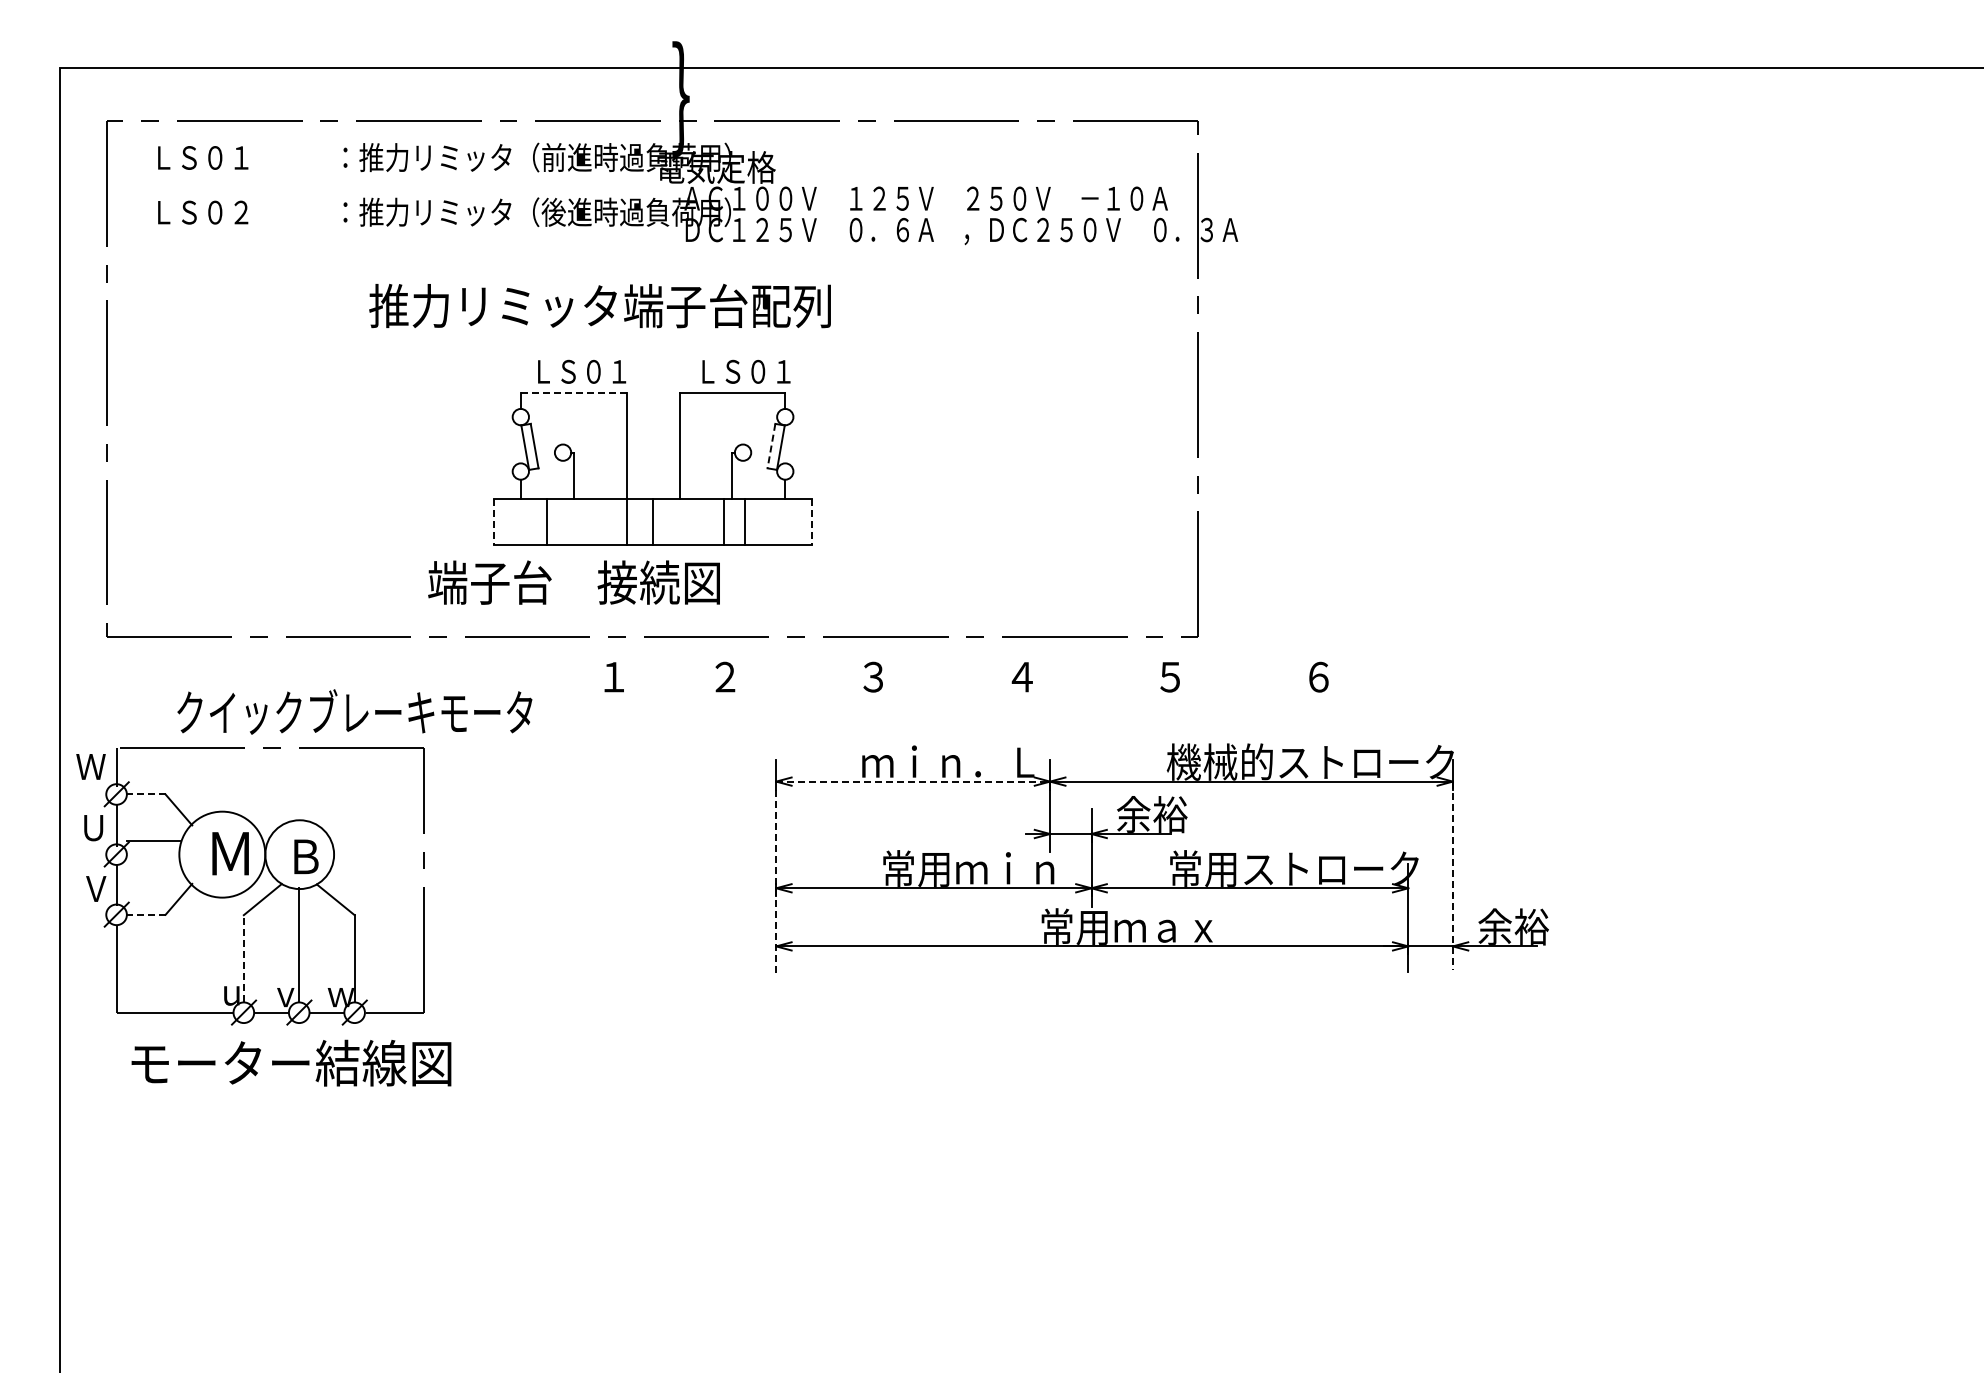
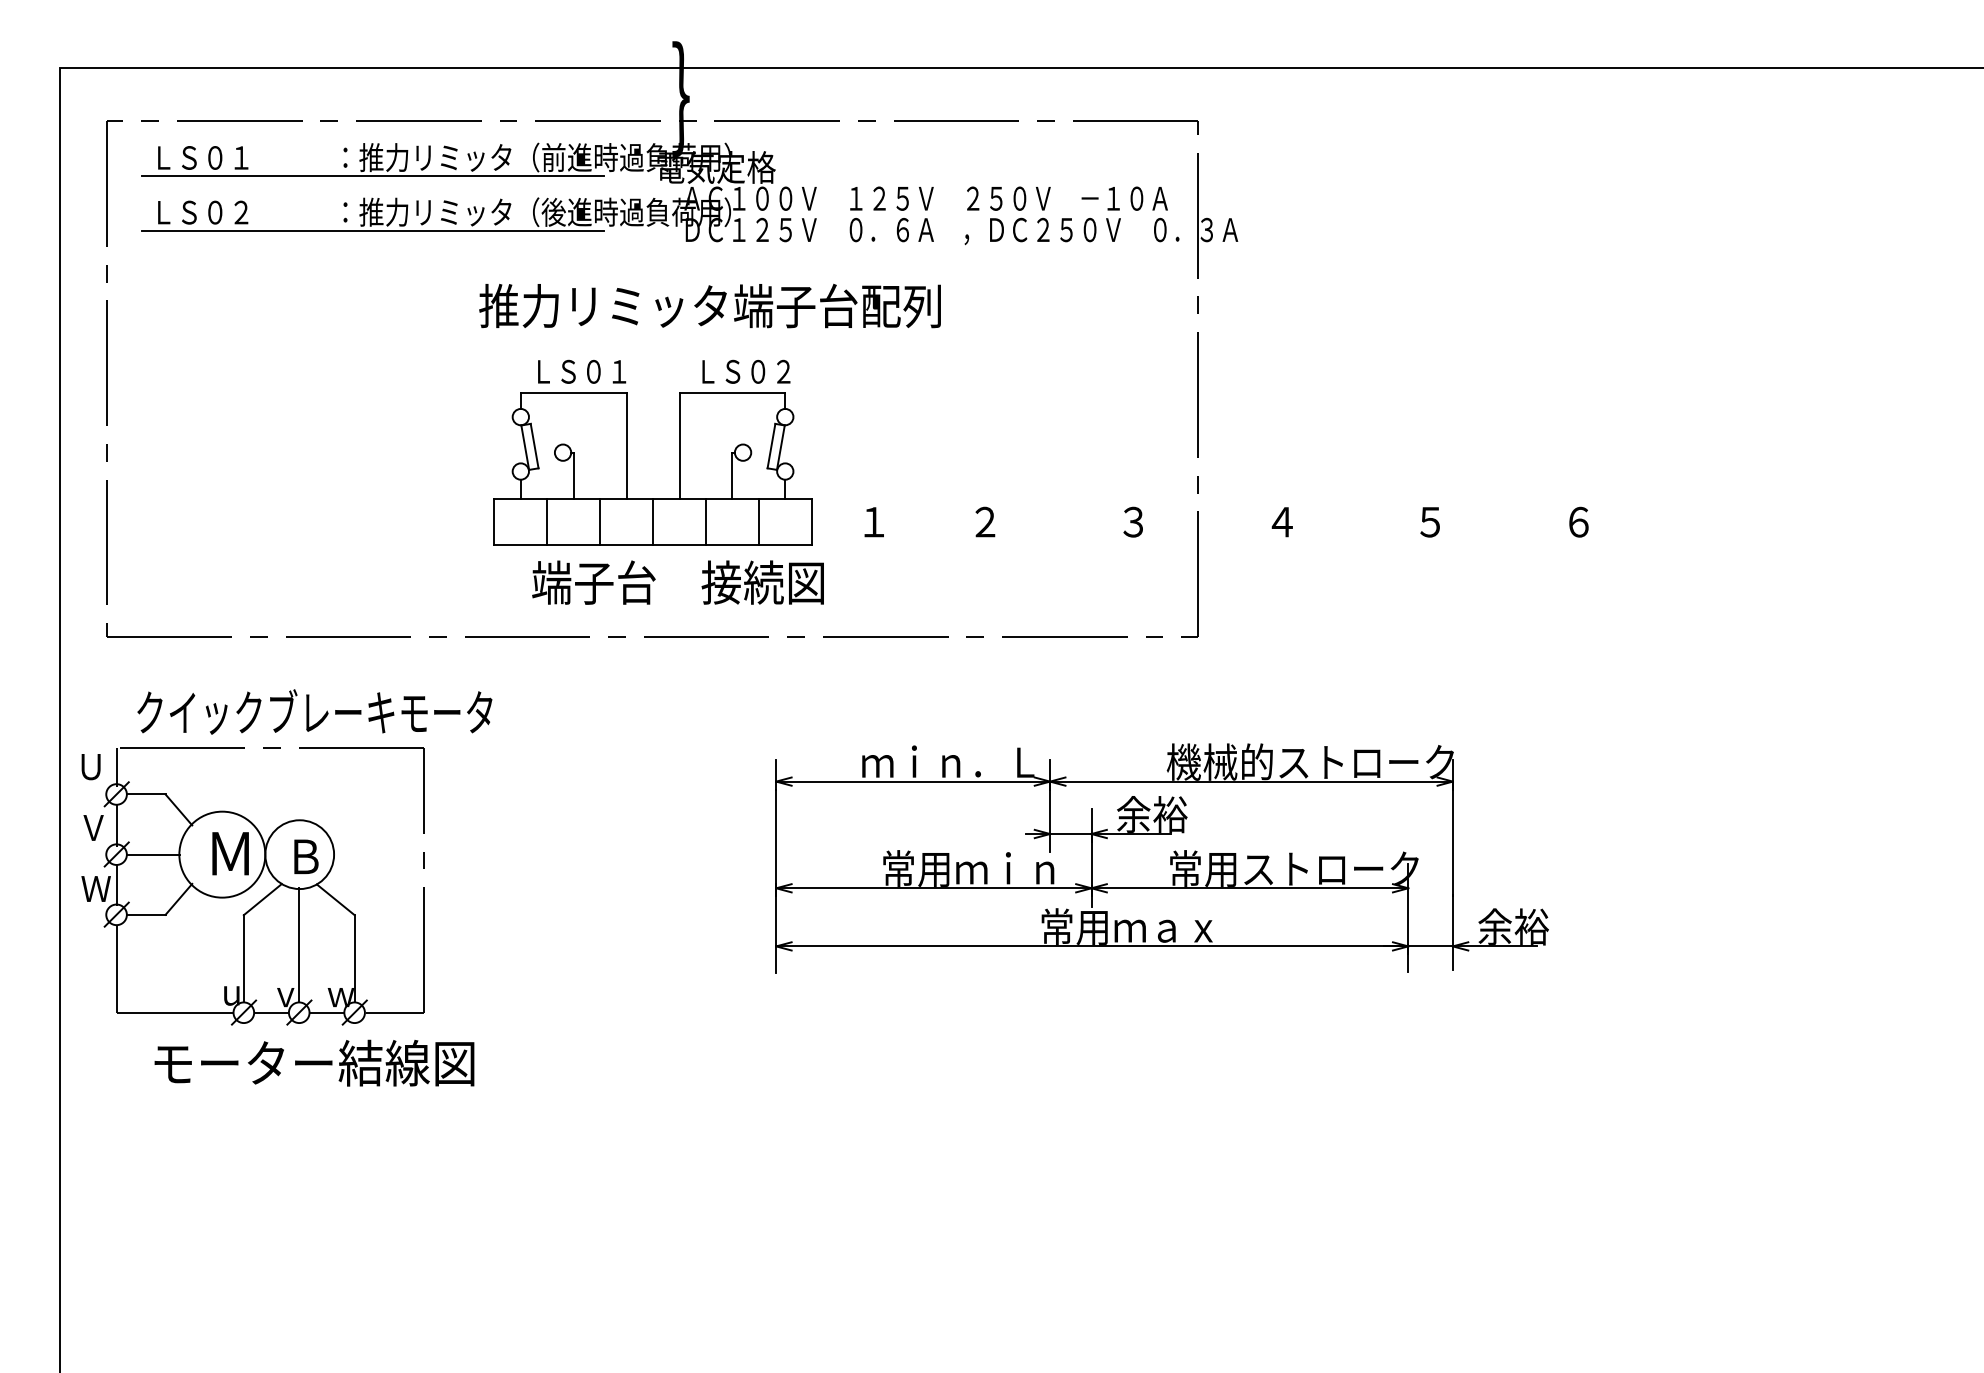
line at (373, 175): none -> present
line at (373, 230): none -> present
text at (599, 305) position: (599, 305) -> (709, 305)
text at (783, 370): ＬＳ０１ -> ＬＳ０２
line at (573, 392): dashed -> solid
line at (771, 446): dashed -> solid
line at (627, 521) position: (627, 521) -> (600, 521)
line at (723, 521) position: (723, 521) -> (705, 521)
line at (744, 521) position: (744, 521) -> (758, 521)
line at (494, 522): dashed -> solid
line at (811, 522): dashed -> solid
text at (573, 582) position: (573, 582) -> (677, 582)
text at (966, 676) position: (966, 676) -> (1226, 521)
text at (354, 711) position: (354, 711) -> (314, 711)
text at (90, 767): Ｗ -> Ｕ
line at (913, 781): dashed -> solid
line at (145, 794): dashed -> solid
text at (93, 828): Ｕ -> Ｖ
line at (153, 840) position: (153, 840) -> (153, 854)
line at (1452, 876): dashed -> solid
line at (776, 881): dashed -> solid
text at (95, 888): Ｖ -> Ｗ
line at (145, 914): dashed -> solid
line at (243, 958): dashed -> solid
text at (291, 1062) position: (291, 1062) -> (314, 1062)
